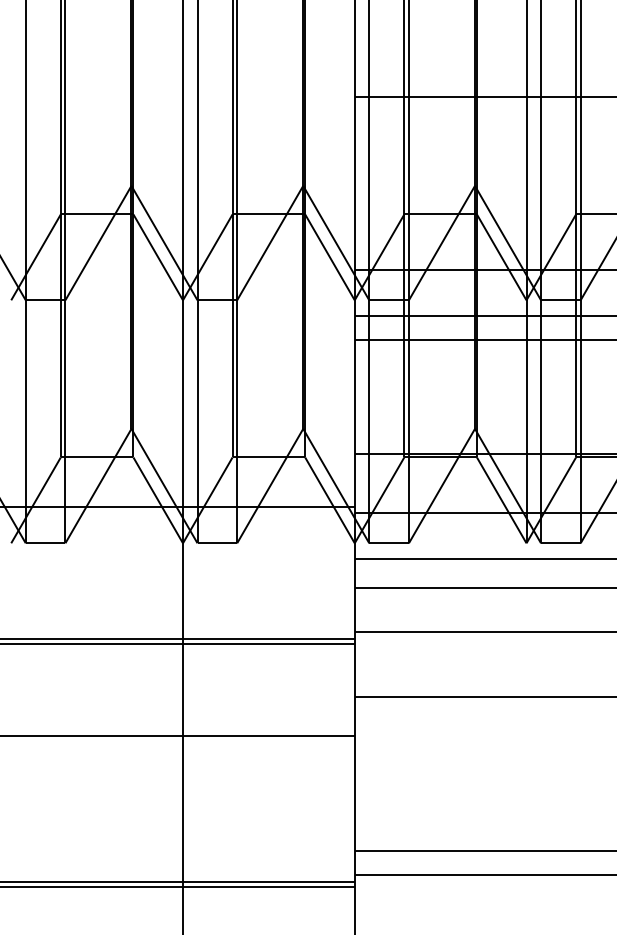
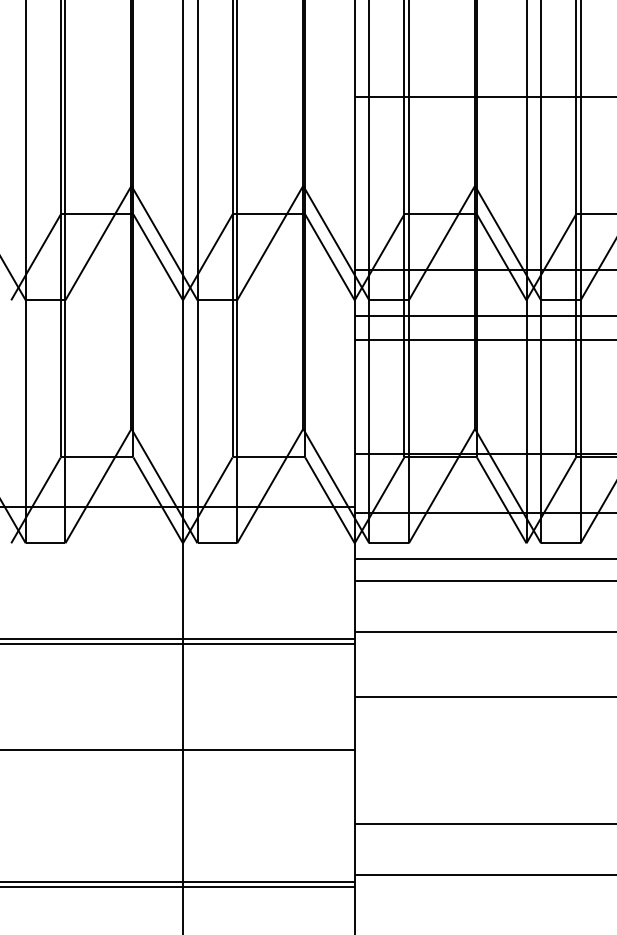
line at (483, 587) position: (483, 587) -> (483, 580)
line at (178, 735) position: (178, 735) -> (178, 749)
line at (483, 850) position: (483, 850) -> (483, 823)
